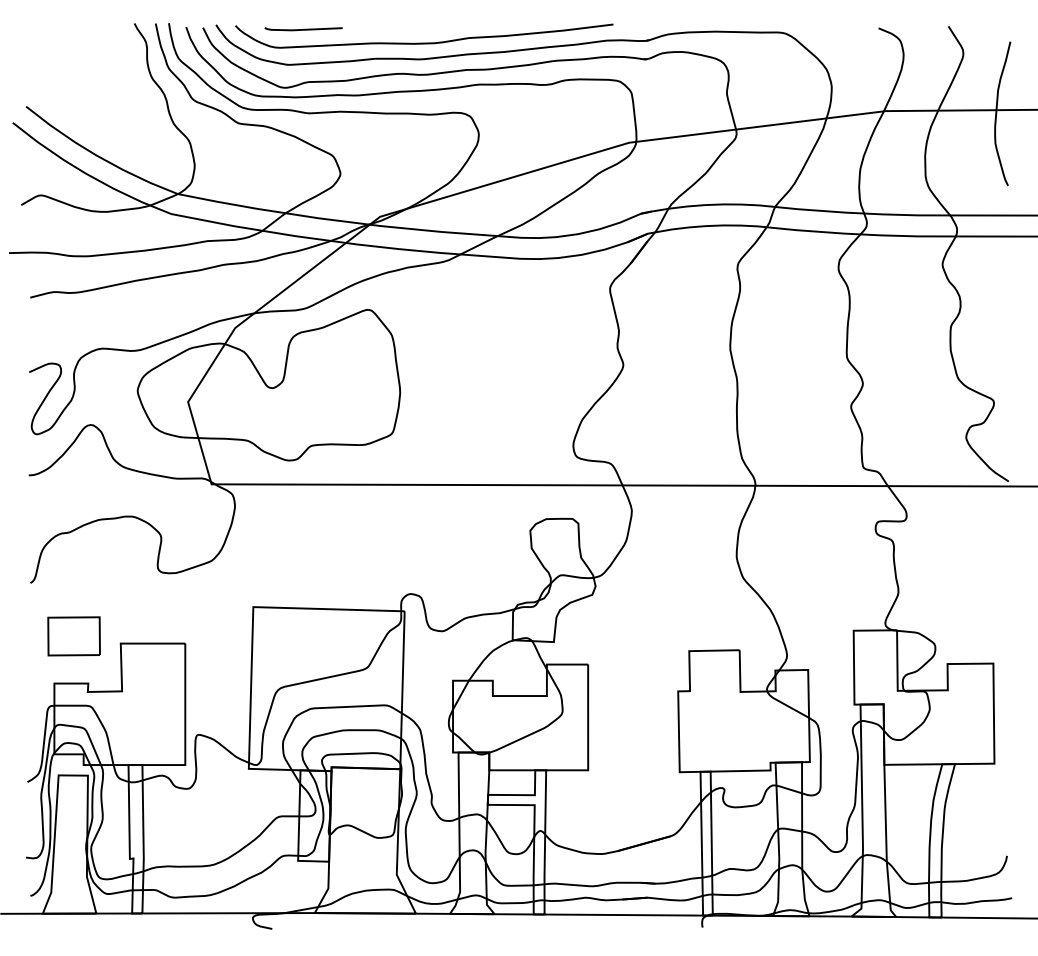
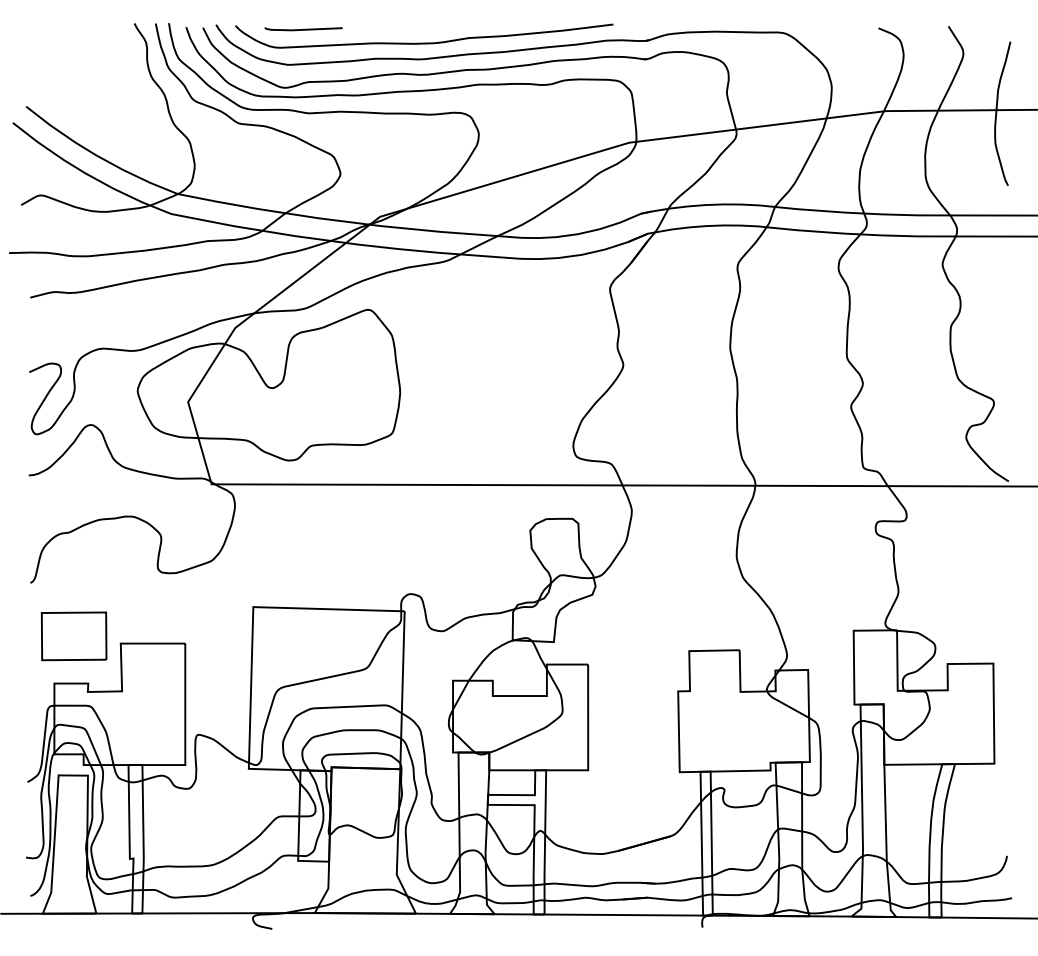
part at (73, 636) size: 54x41 px -> 68x51 px
